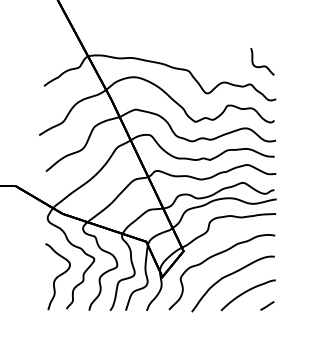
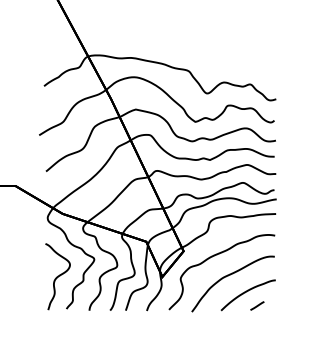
part at (262, 61): present -> none
line at (267, 305) position: (267, 305) -> (257, 305)
